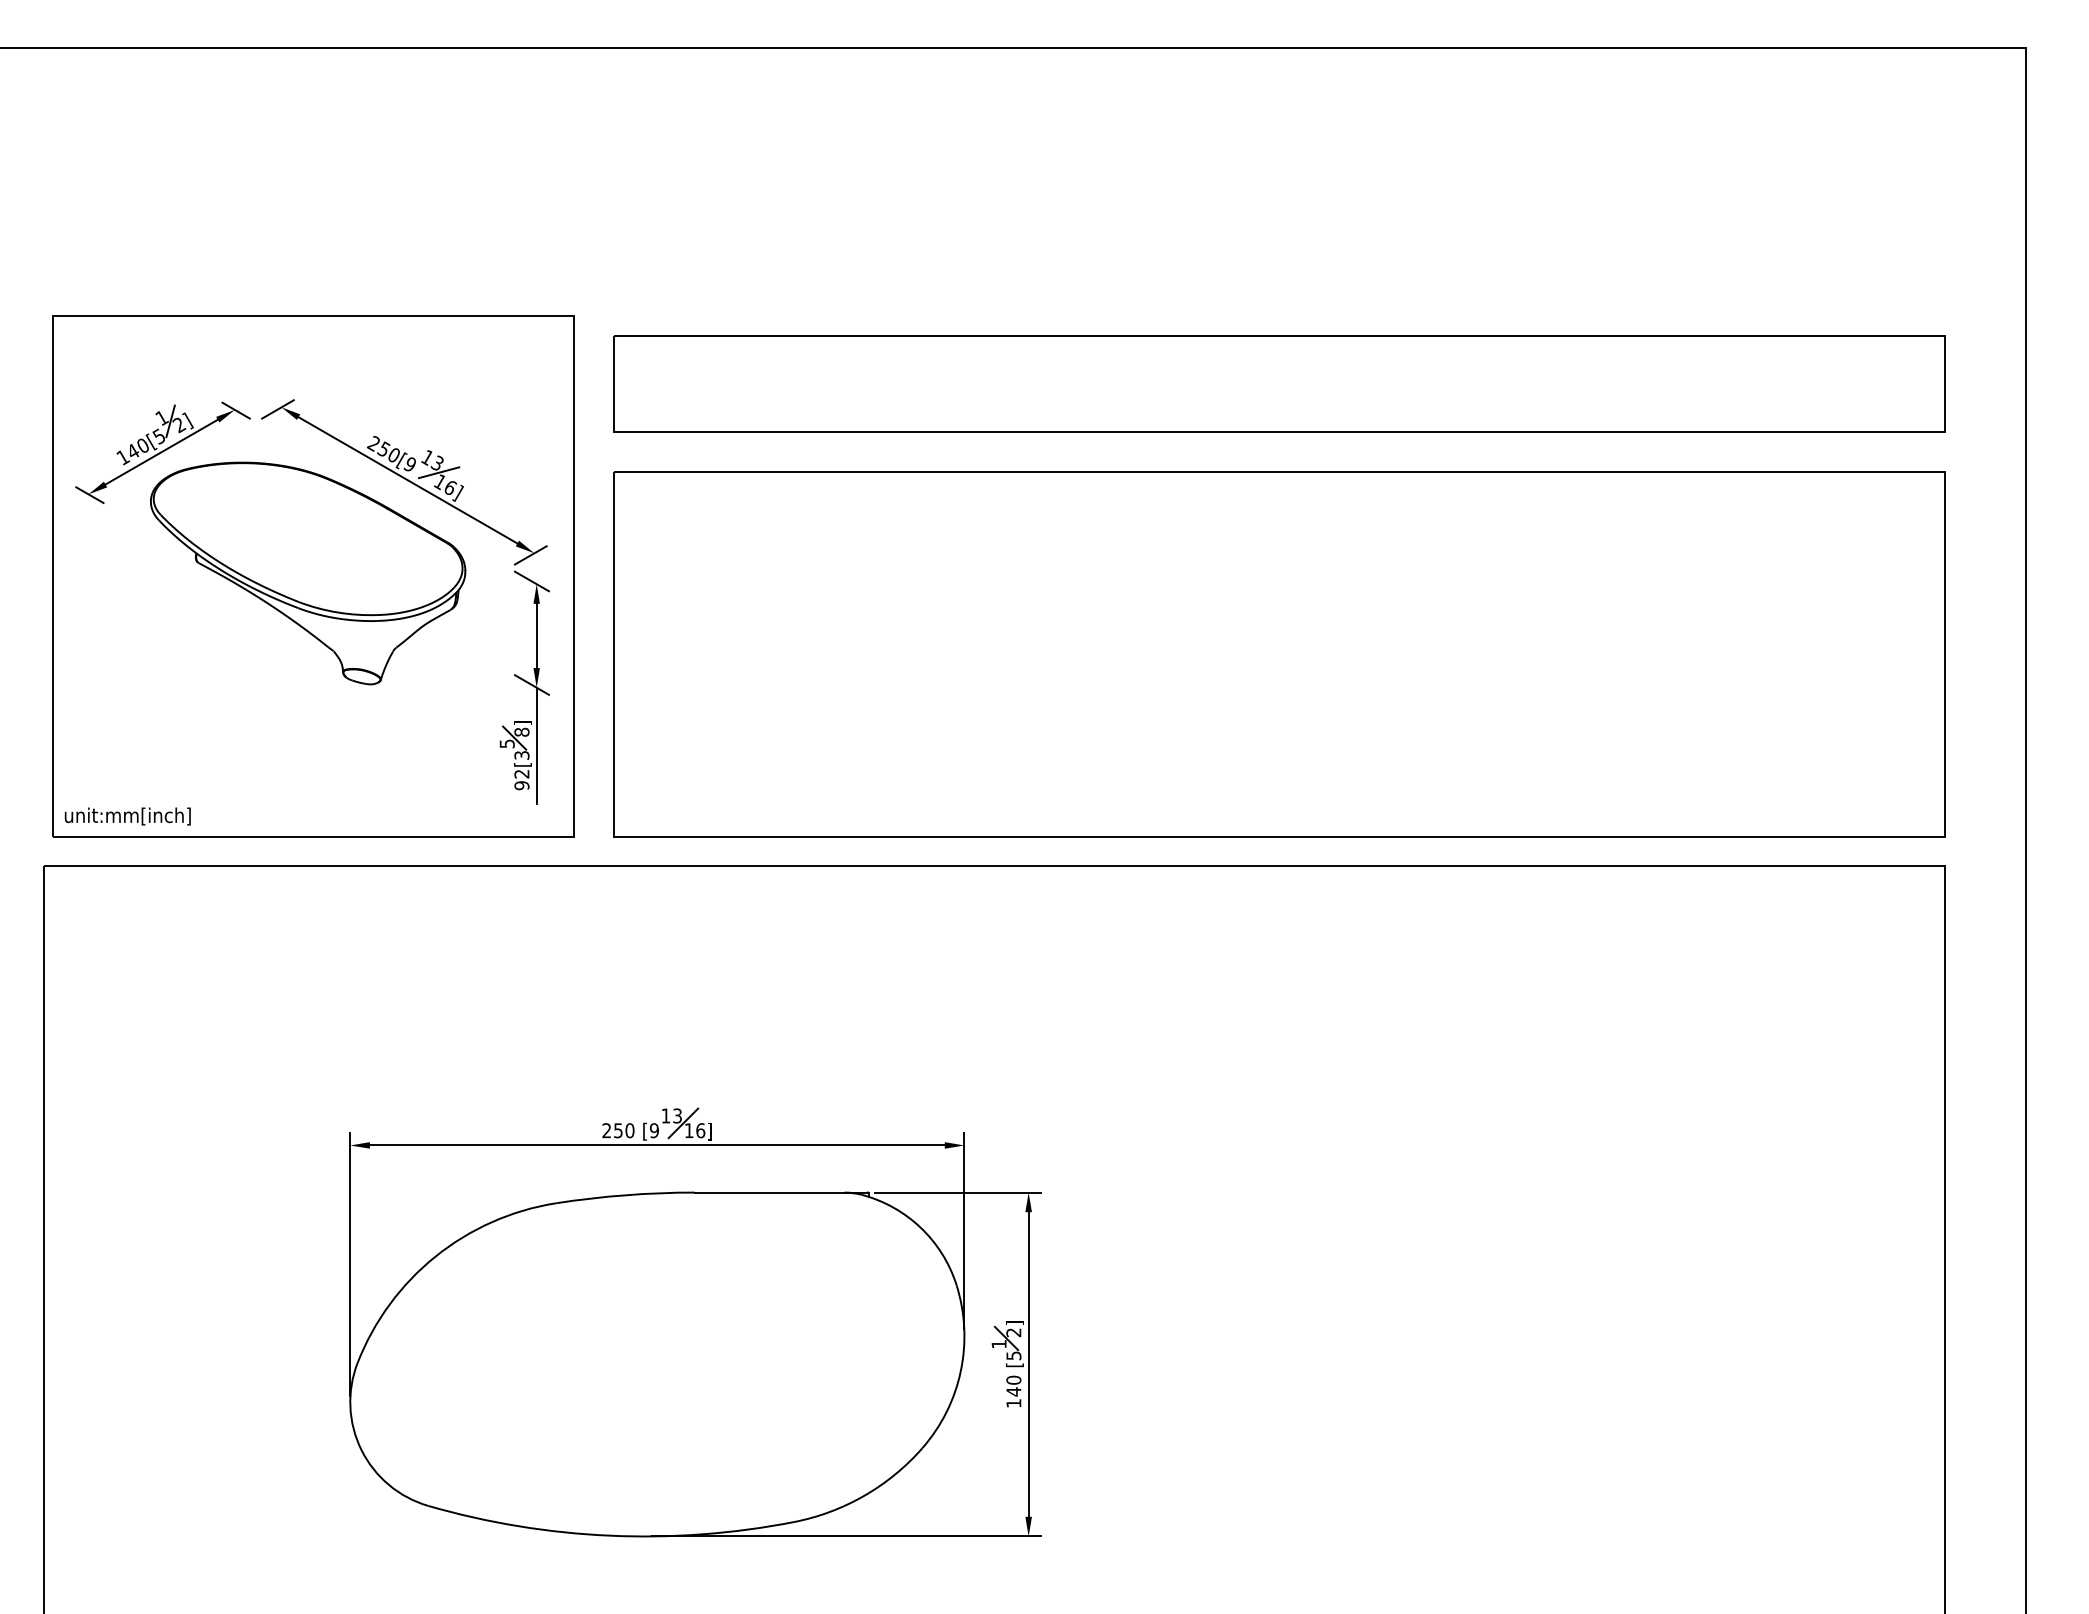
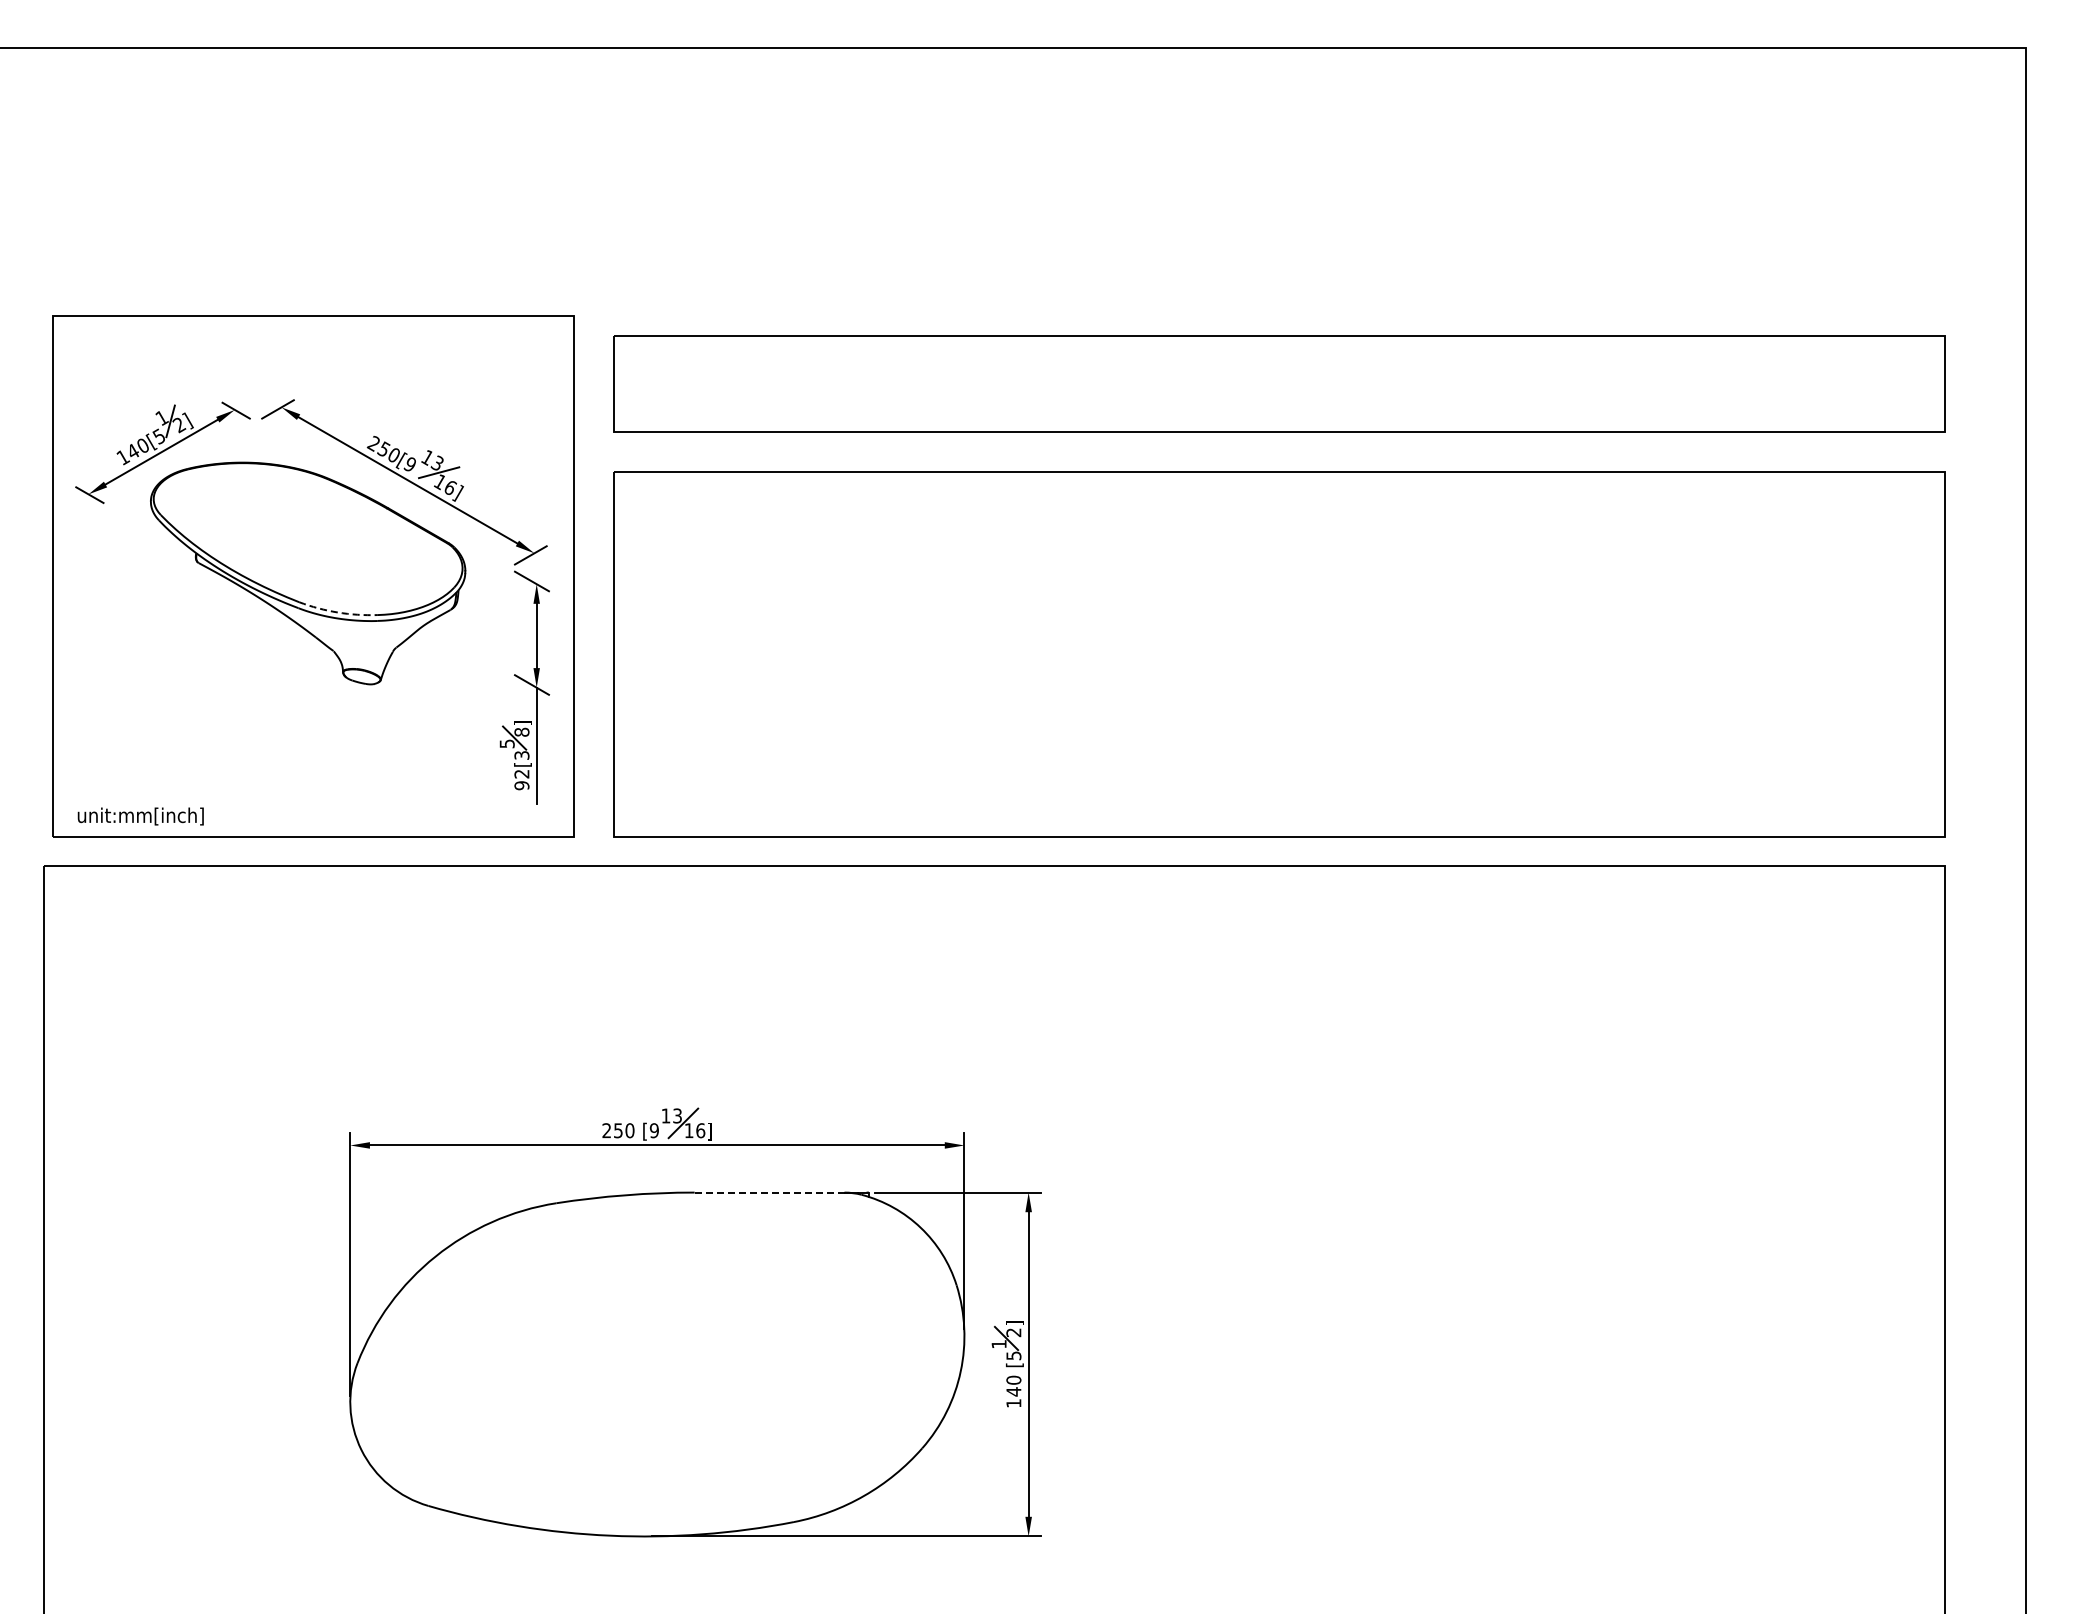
arc at (337, 612): solid -> dashed
text at (127, 816) position: (127, 816) -> (140, 816)
line at (769, 1192): solid -> dashed
